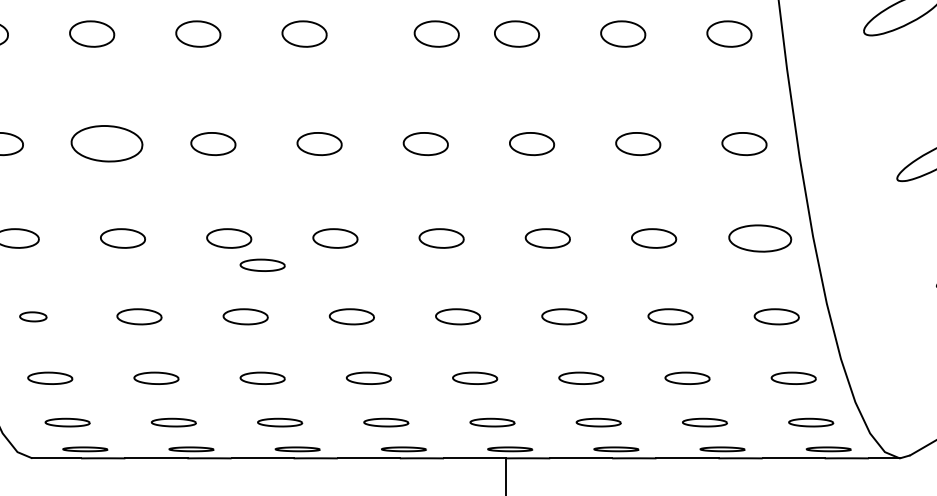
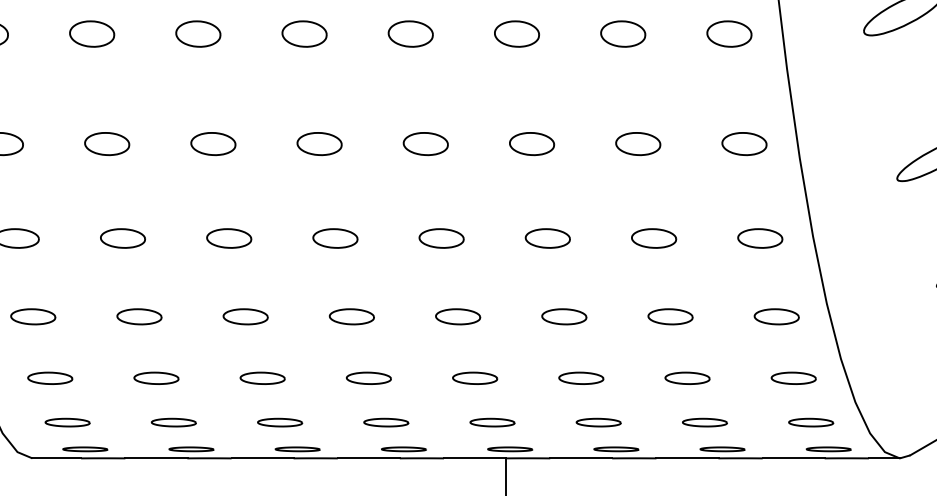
part at (436, 33) position: (436, 33) -> (410, 33)
part at (106, 143) size: 74x38 px -> 47x25 px
part at (760, 238) size: 65x29 px -> 47x21 px
part at (262, 264): present -> none
part at (33, 316) size: 29x12 px -> 47x18 px
